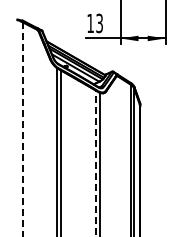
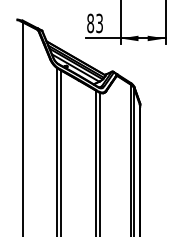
text at (90, 23): 13 -> 83
line at (22, 129): dashed -> solid
line at (95, 163): dashed -> solid
